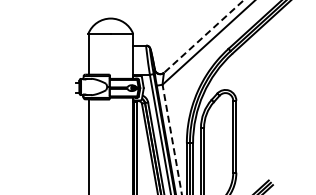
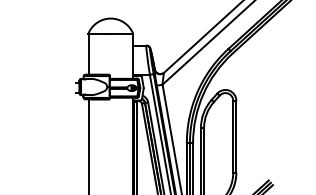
line at (204, 36): dashed -> solid
line at (172, 139): dashed -> solid
